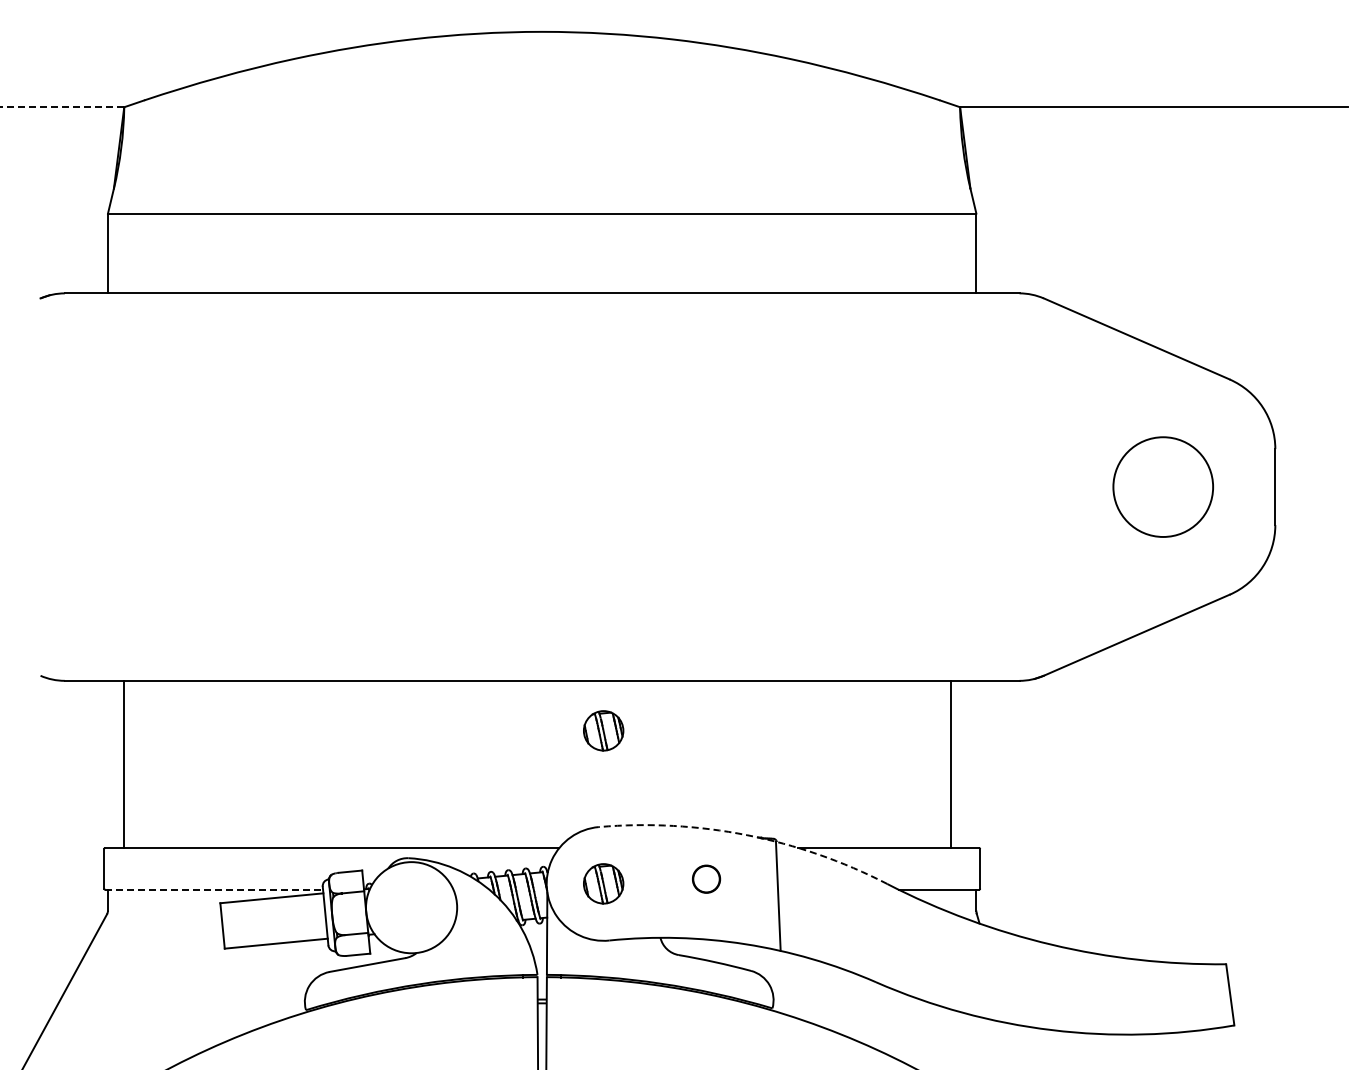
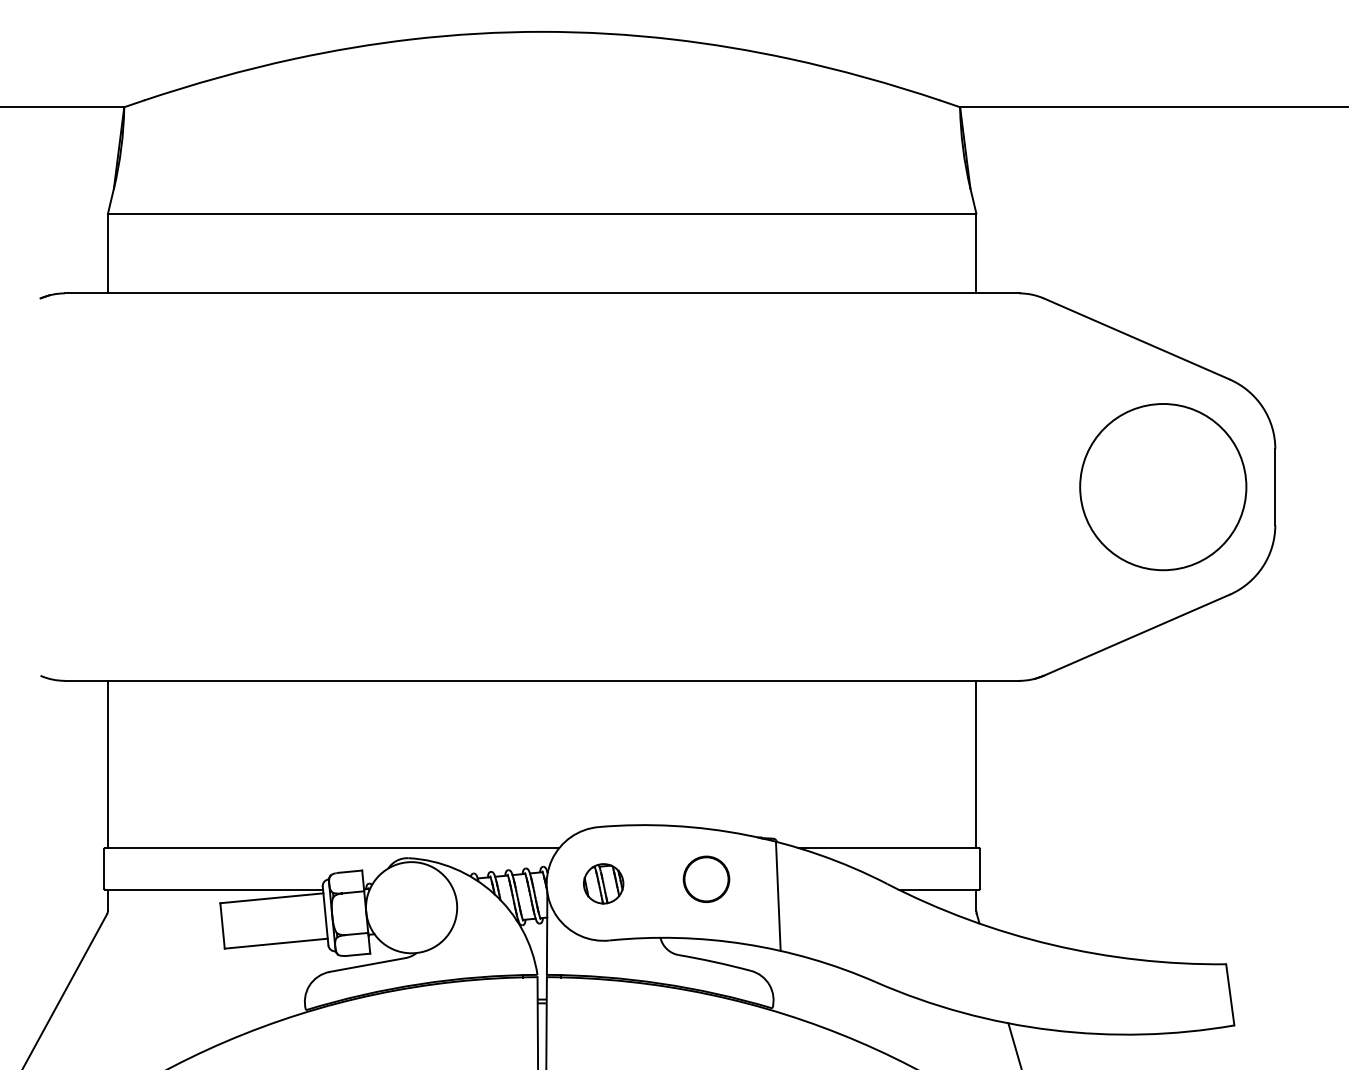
line at (62, 107): dashed -> solid
circle at (1163, 486) diameter: 100 px -> 166 px
part at (603, 730): present -> none
line at (124, 763) position: (124, 763) -> (108, 763)
line at (951, 763) position: (951, 763) -> (976, 763)
arc at (747, 835): dashed -> solid
part at (706, 878) size: 30x30 px -> 49x48 px
line at (214, 889): dashed -> solid
line at (1014, 1044): none -> present
